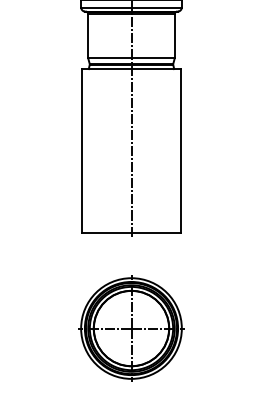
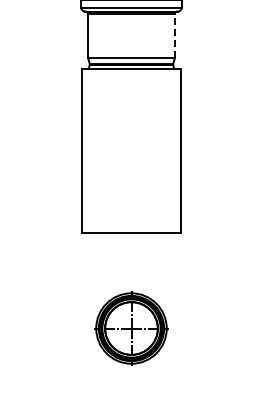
line at (174, 35): solid -> dashed
line at (131, 119): present -> none
part at (131, 328) size: 107x107 px -> 75x75 px
